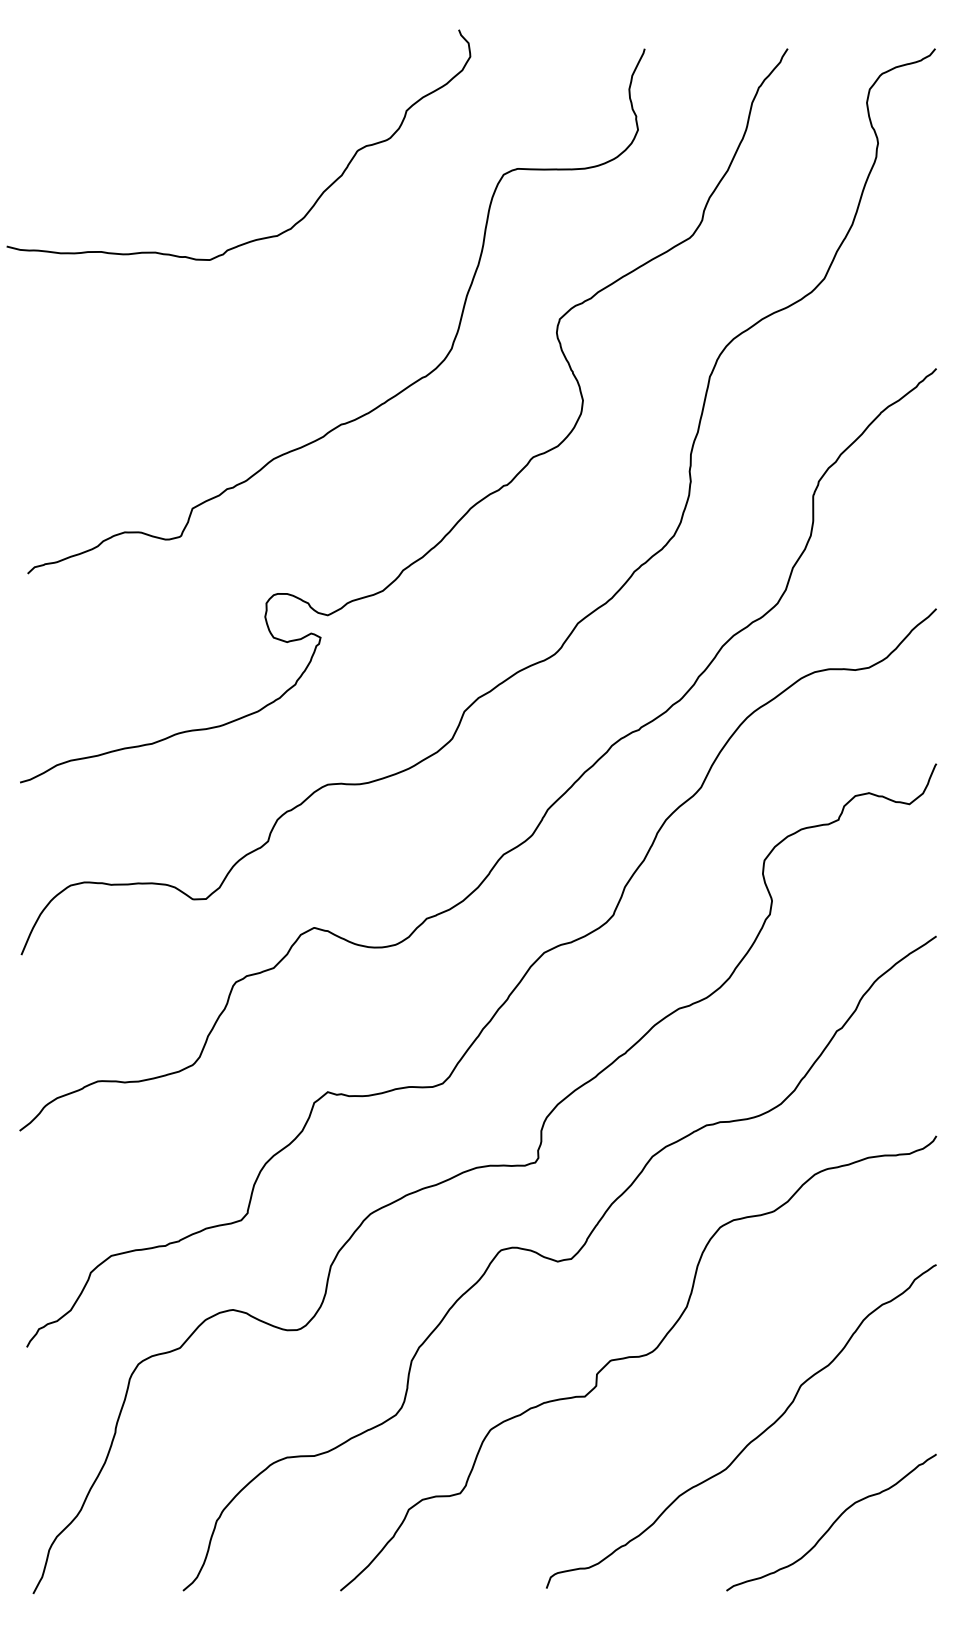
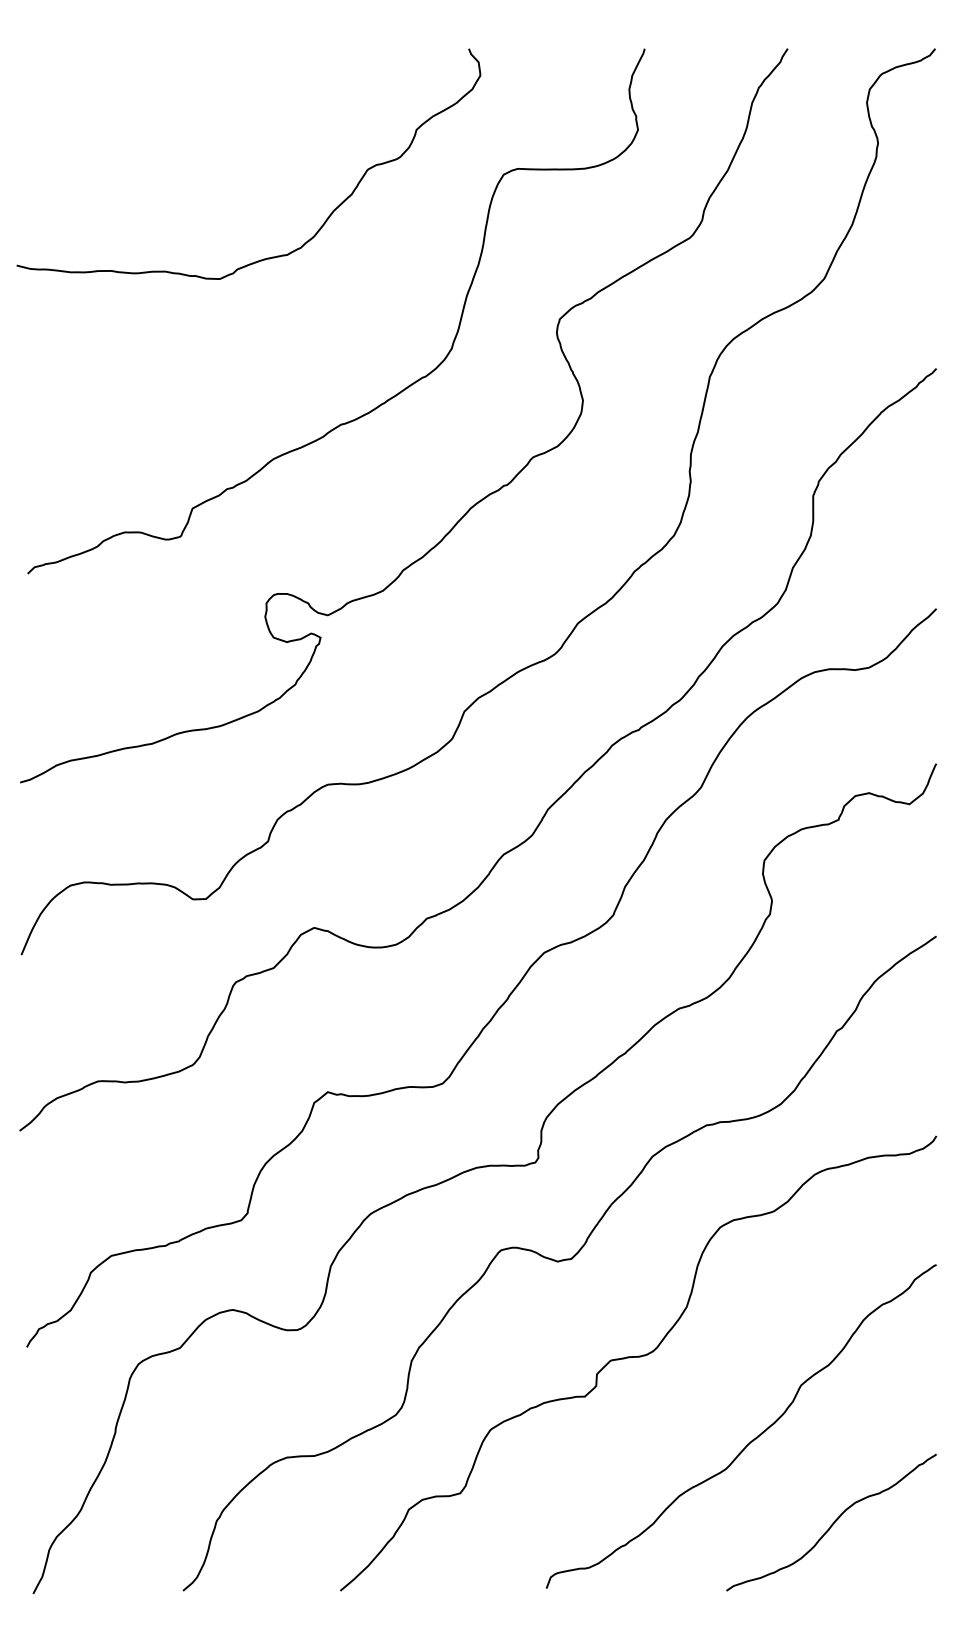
curve at (316, 199) position: (316, 199) -> (326, 218)
